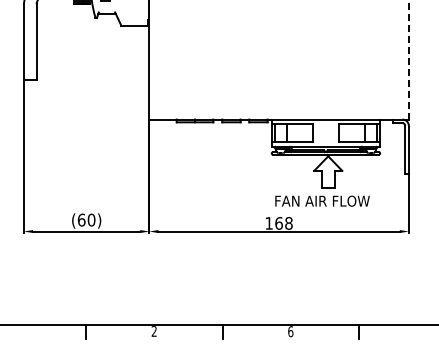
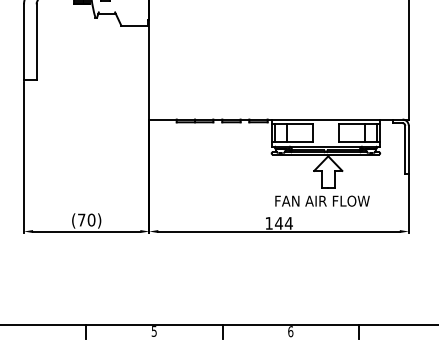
line at (408, 59): dashed -> solid
text at (81, 219): (60) -> (70)
text at (283, 223): 168 -> 144
text at (153, 331): 2 -> 5
